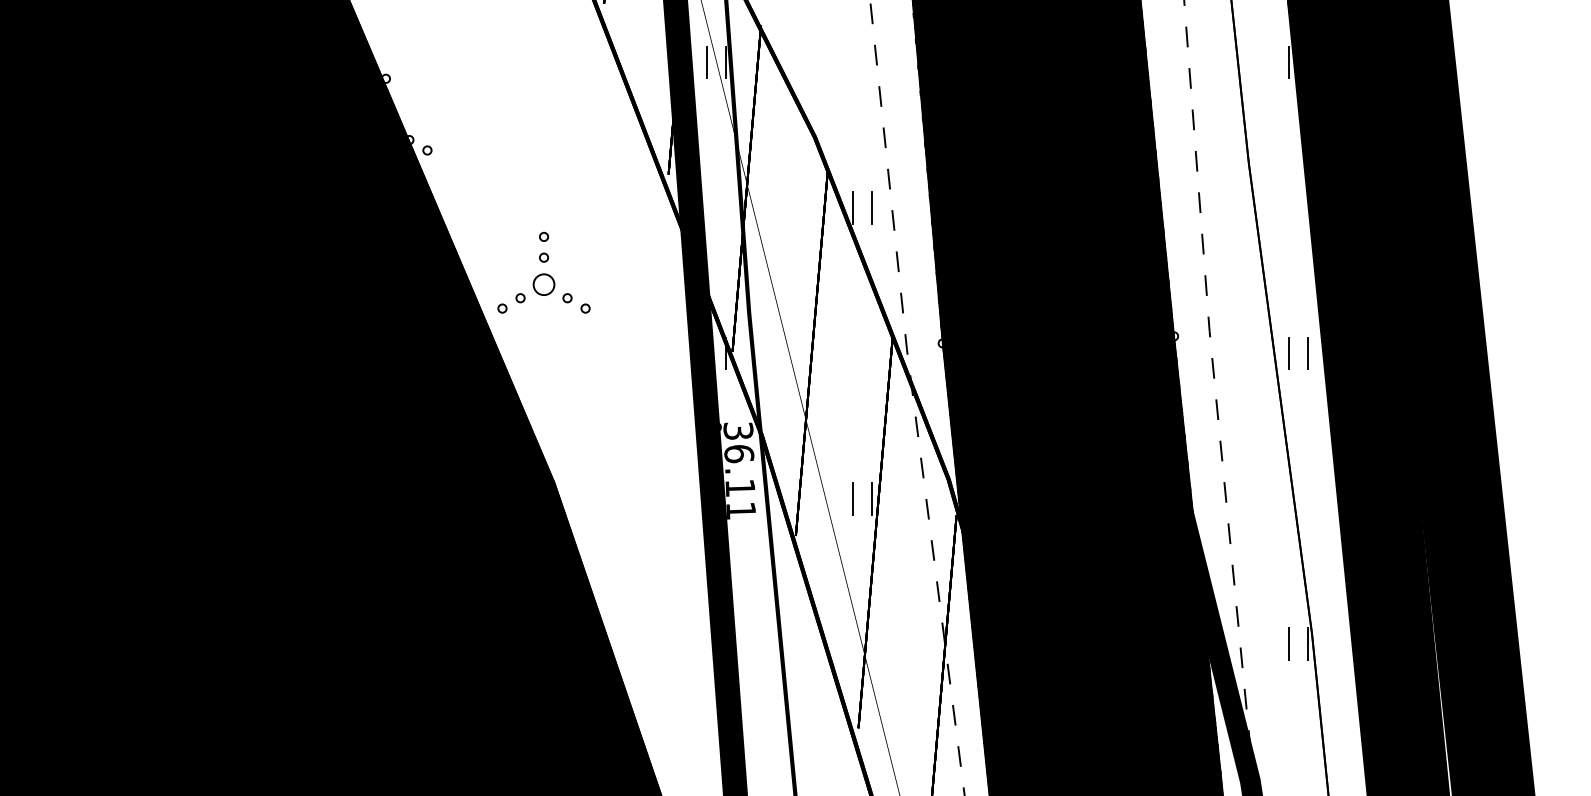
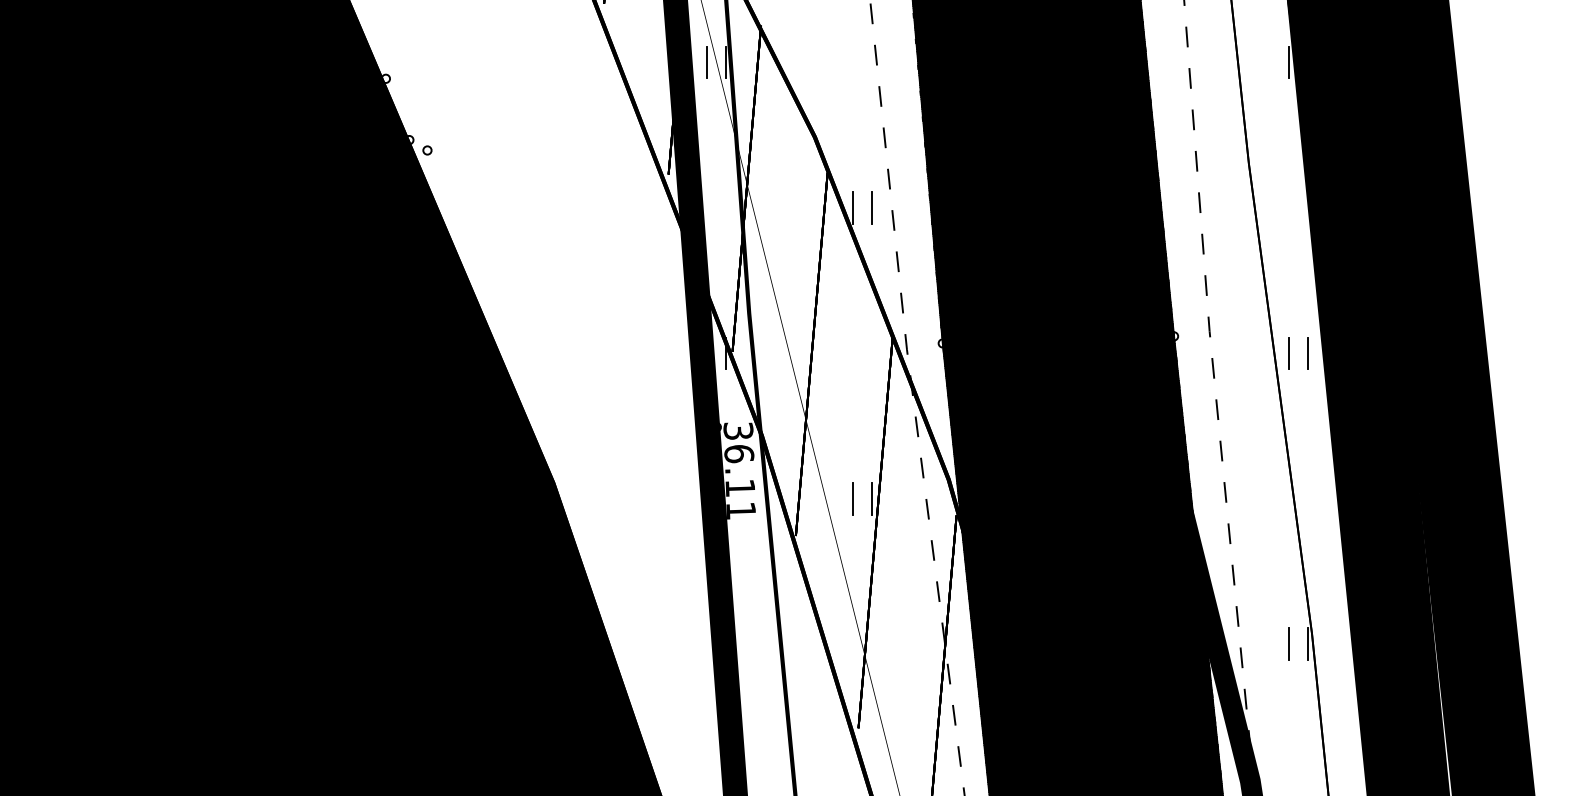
part at (543, 272): present -> none
